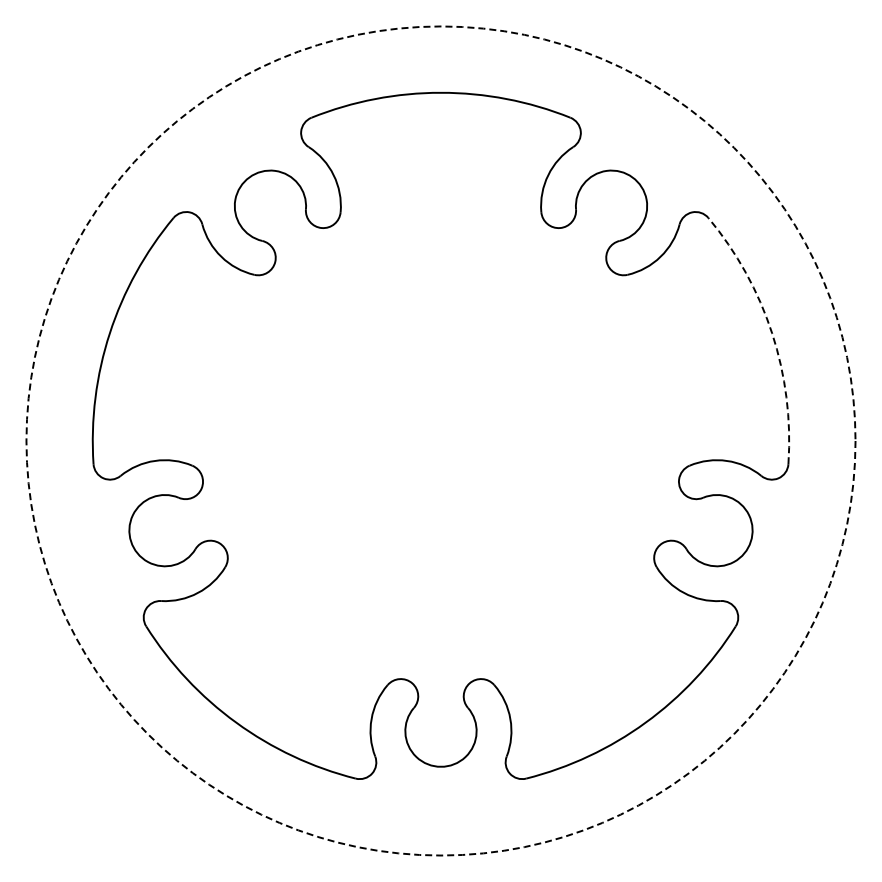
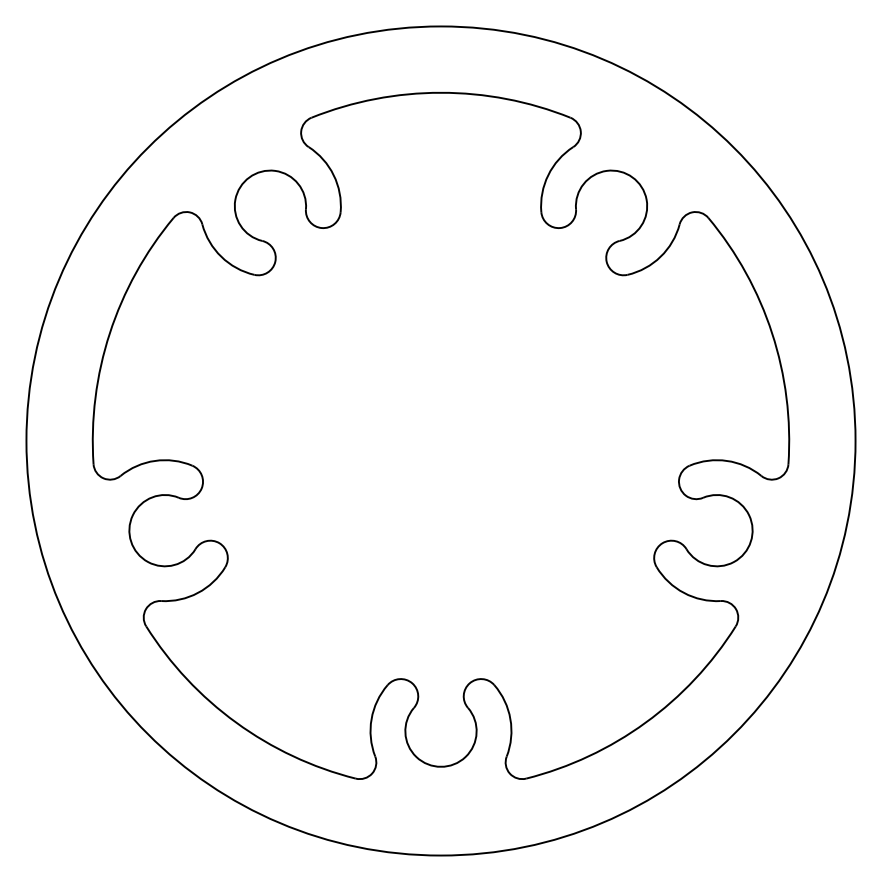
arc at (772, 333): dashed -> solid
circle at (440, 440): dashed -> solid
